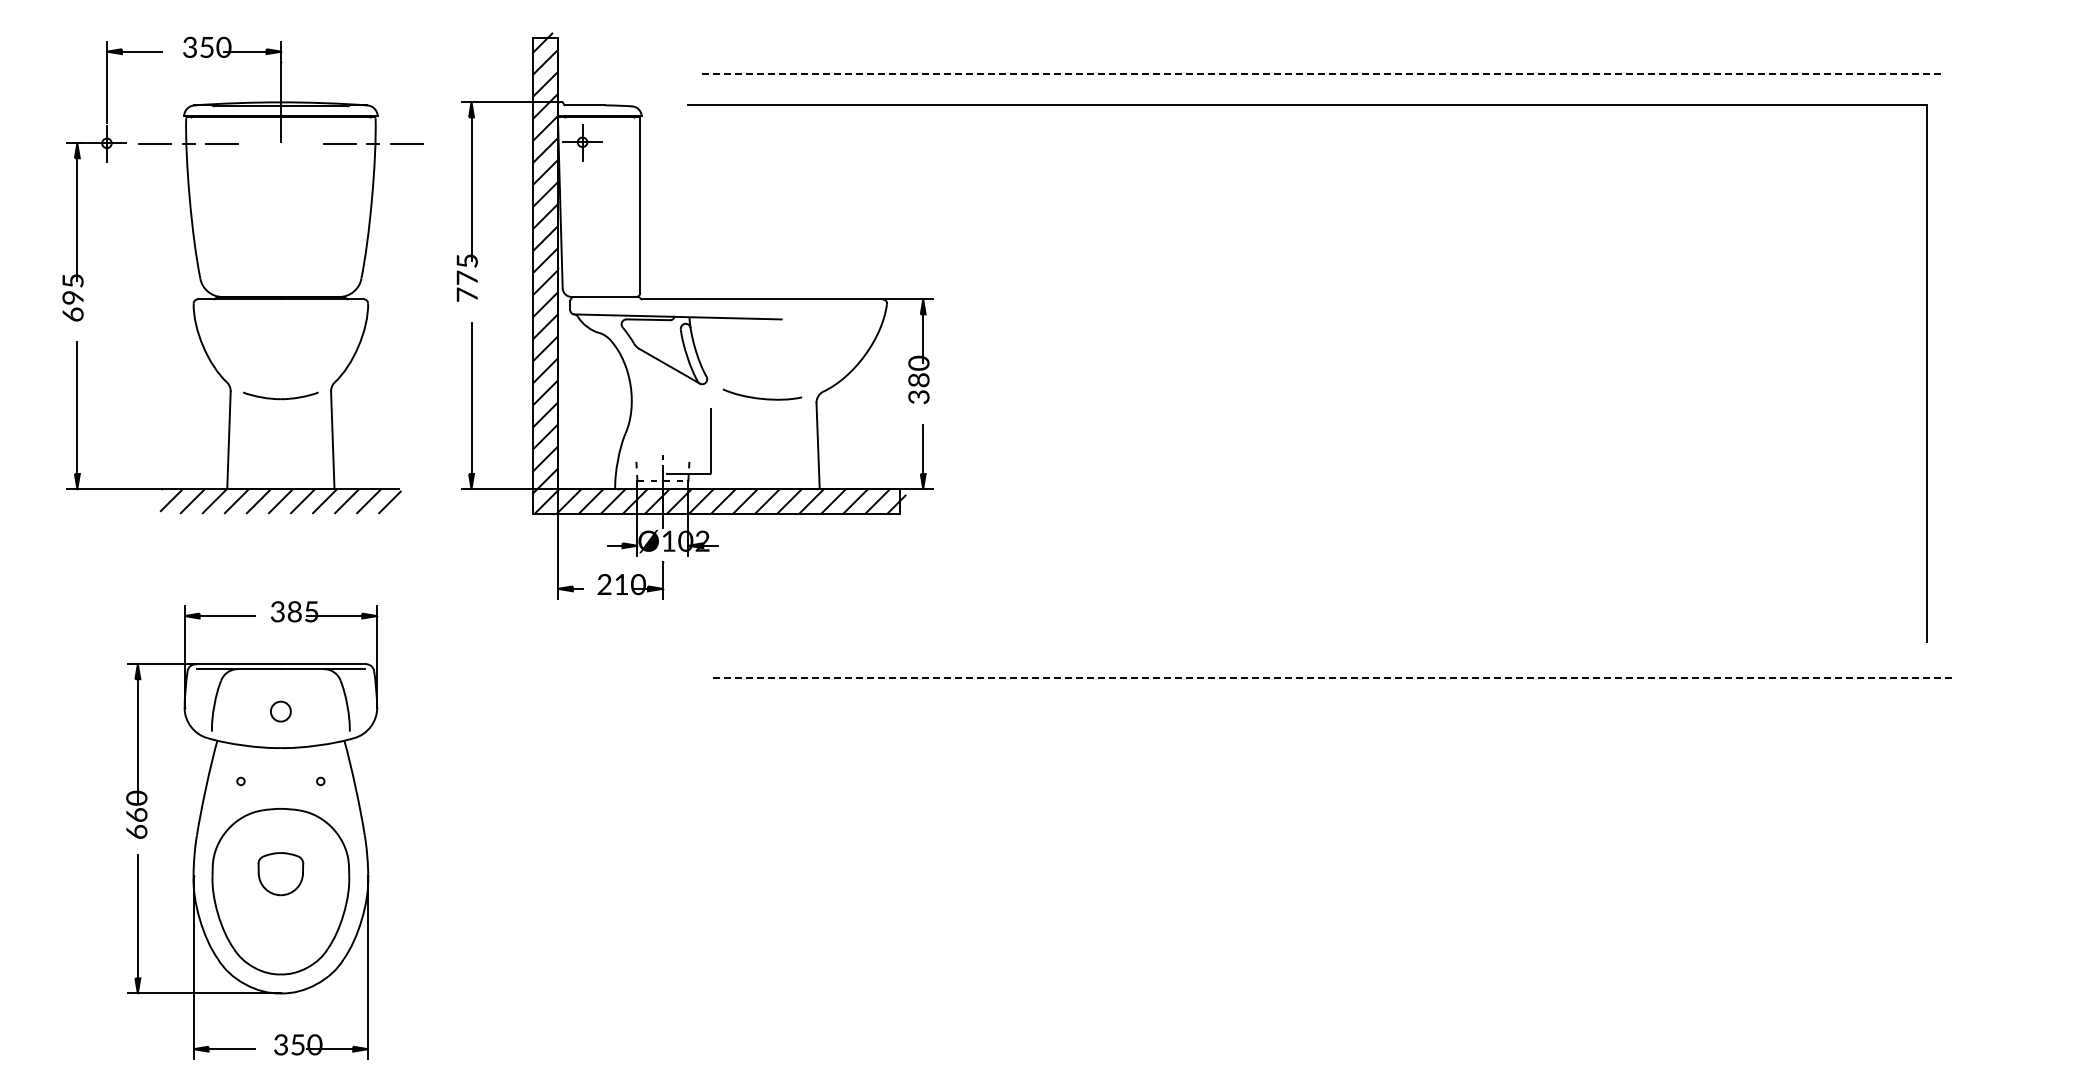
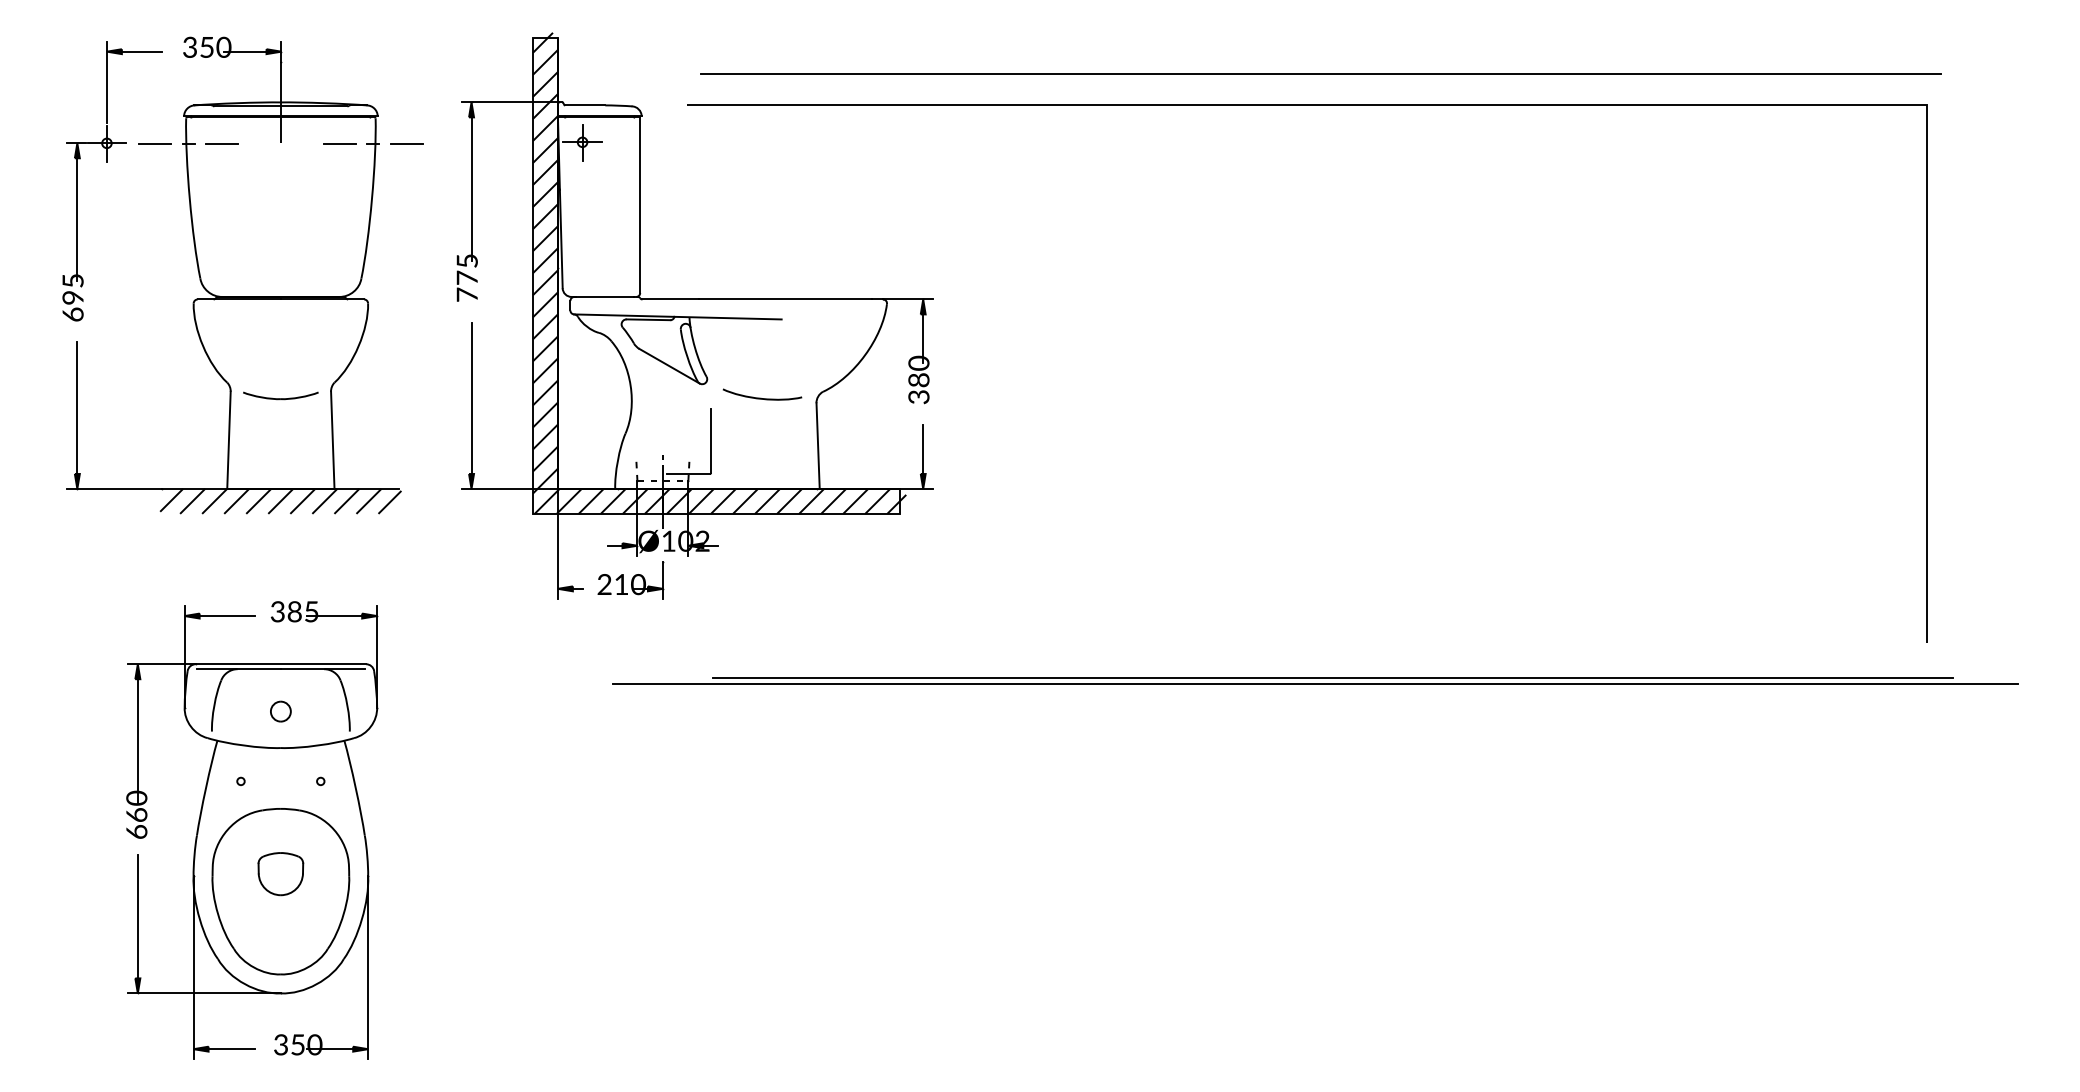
line at (1320, 73): dashed -> solid
line at (1333, 677): dashed -> solid
line at (1314, 683): none -> present
